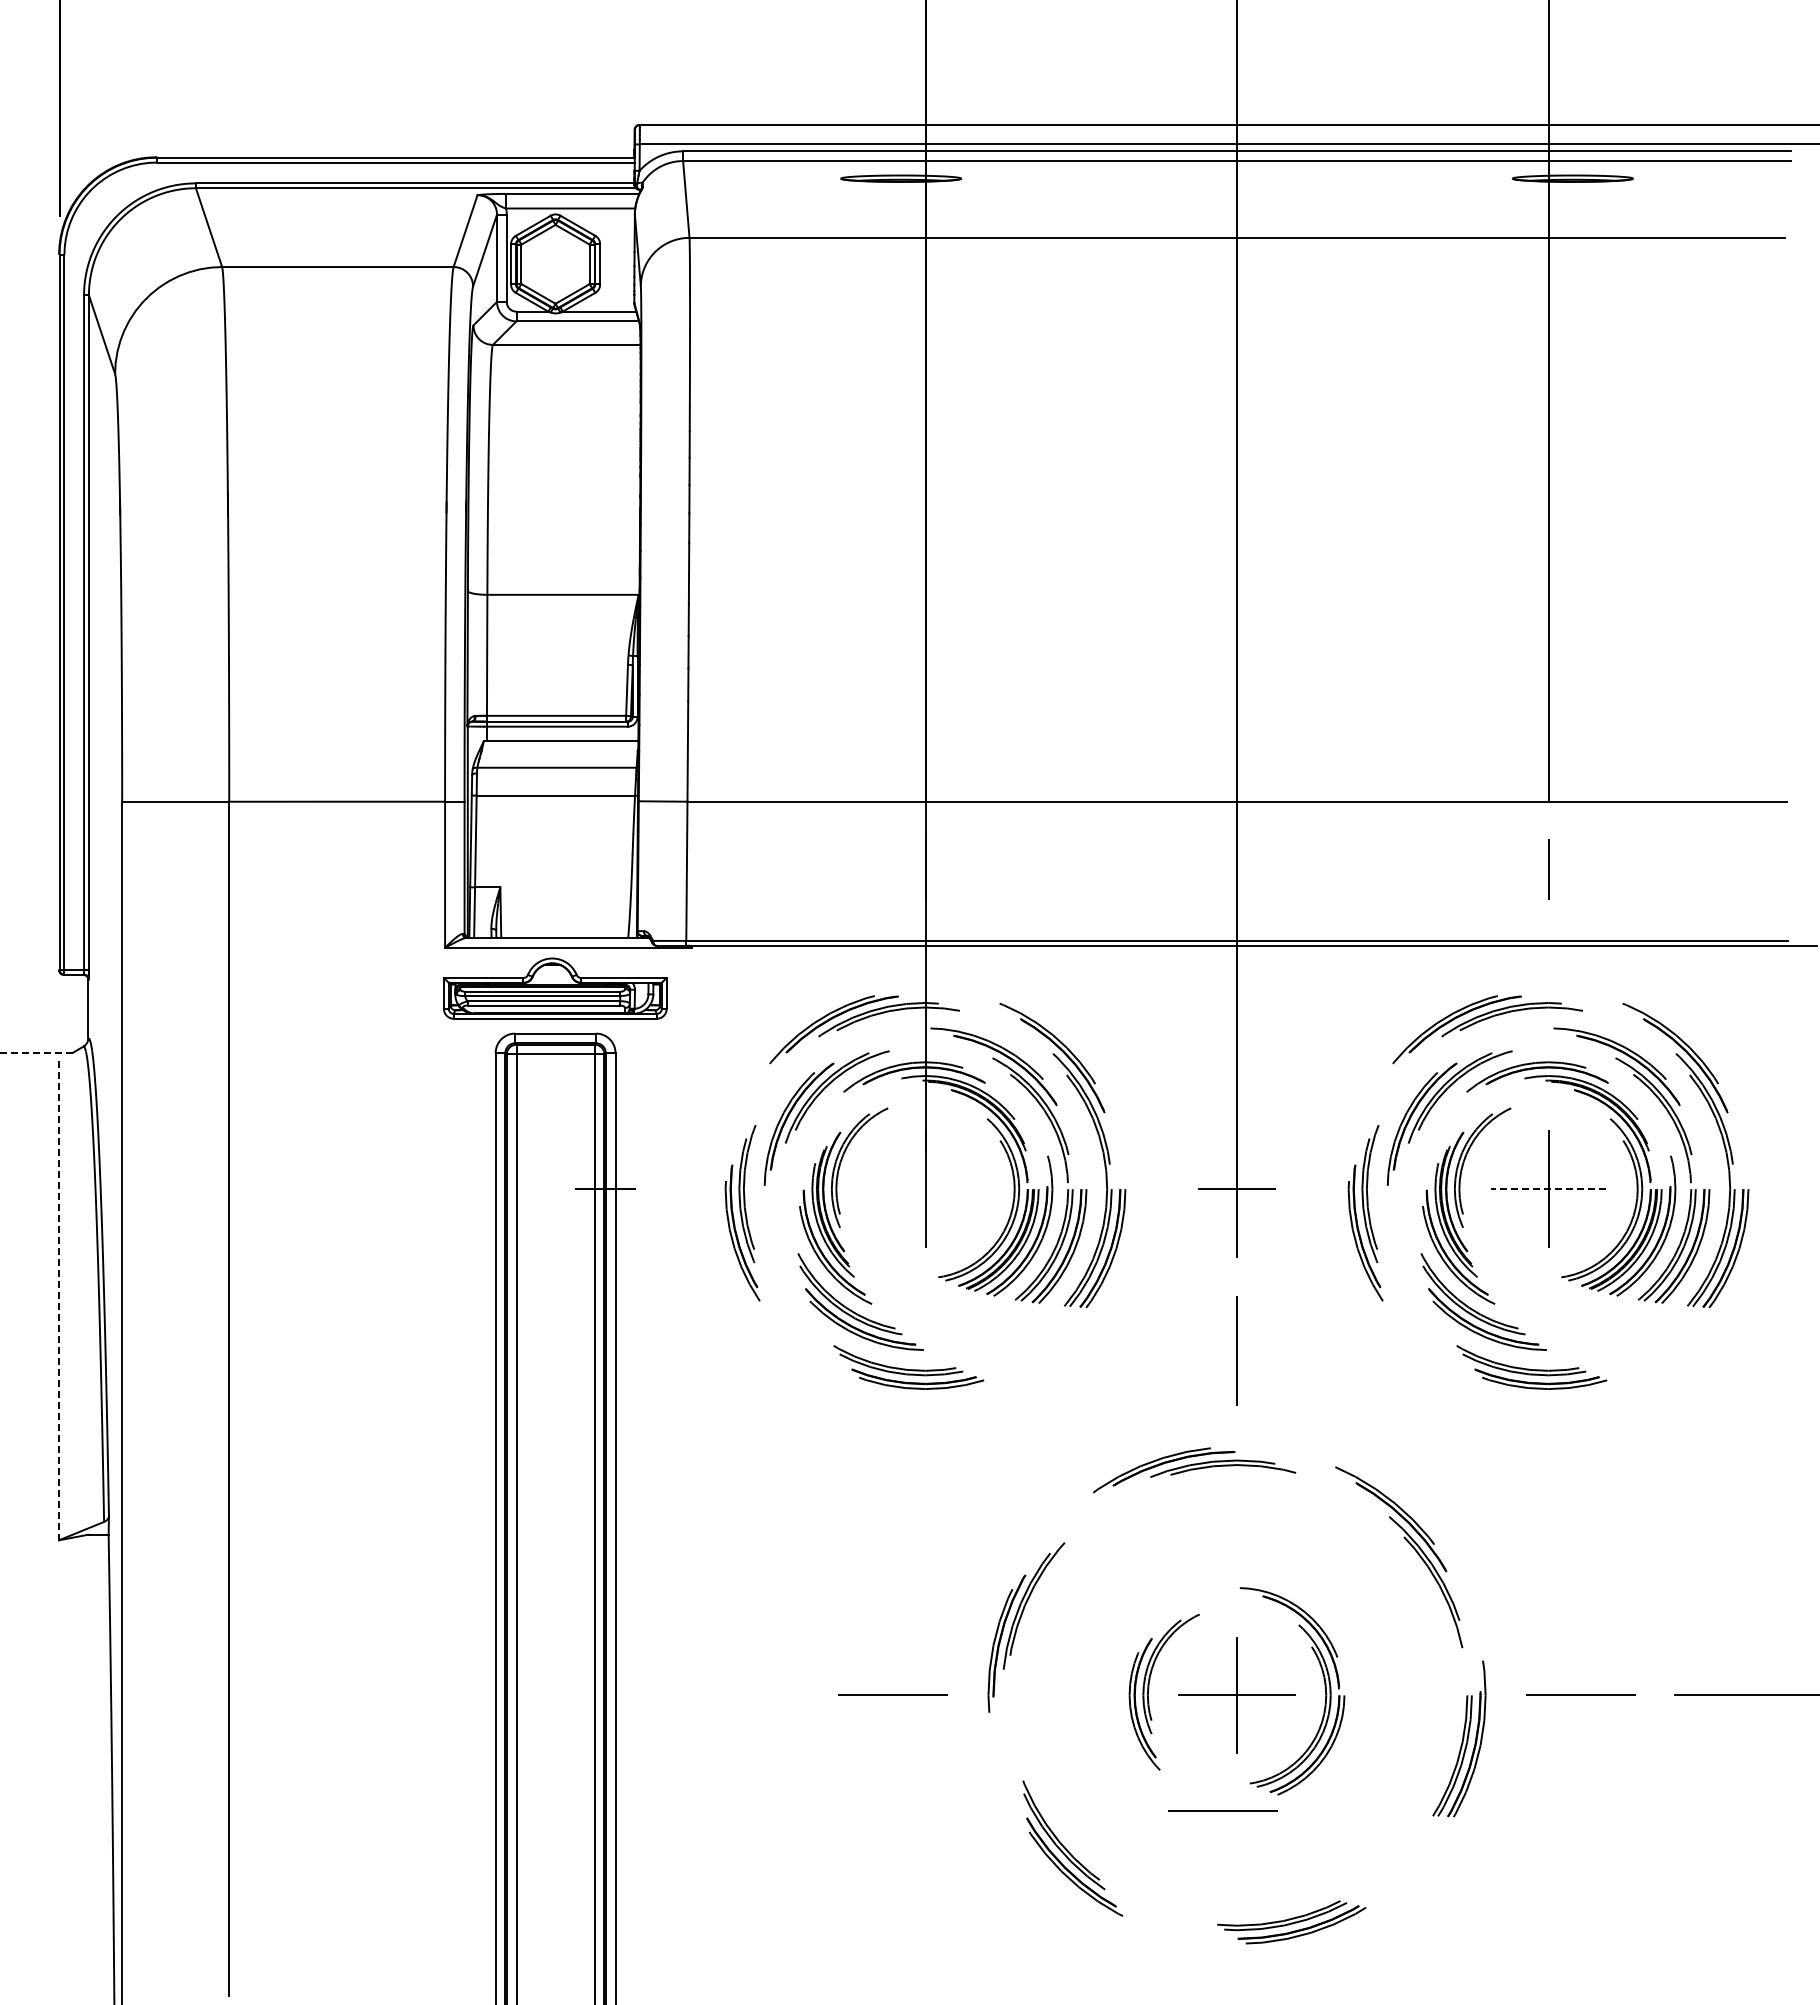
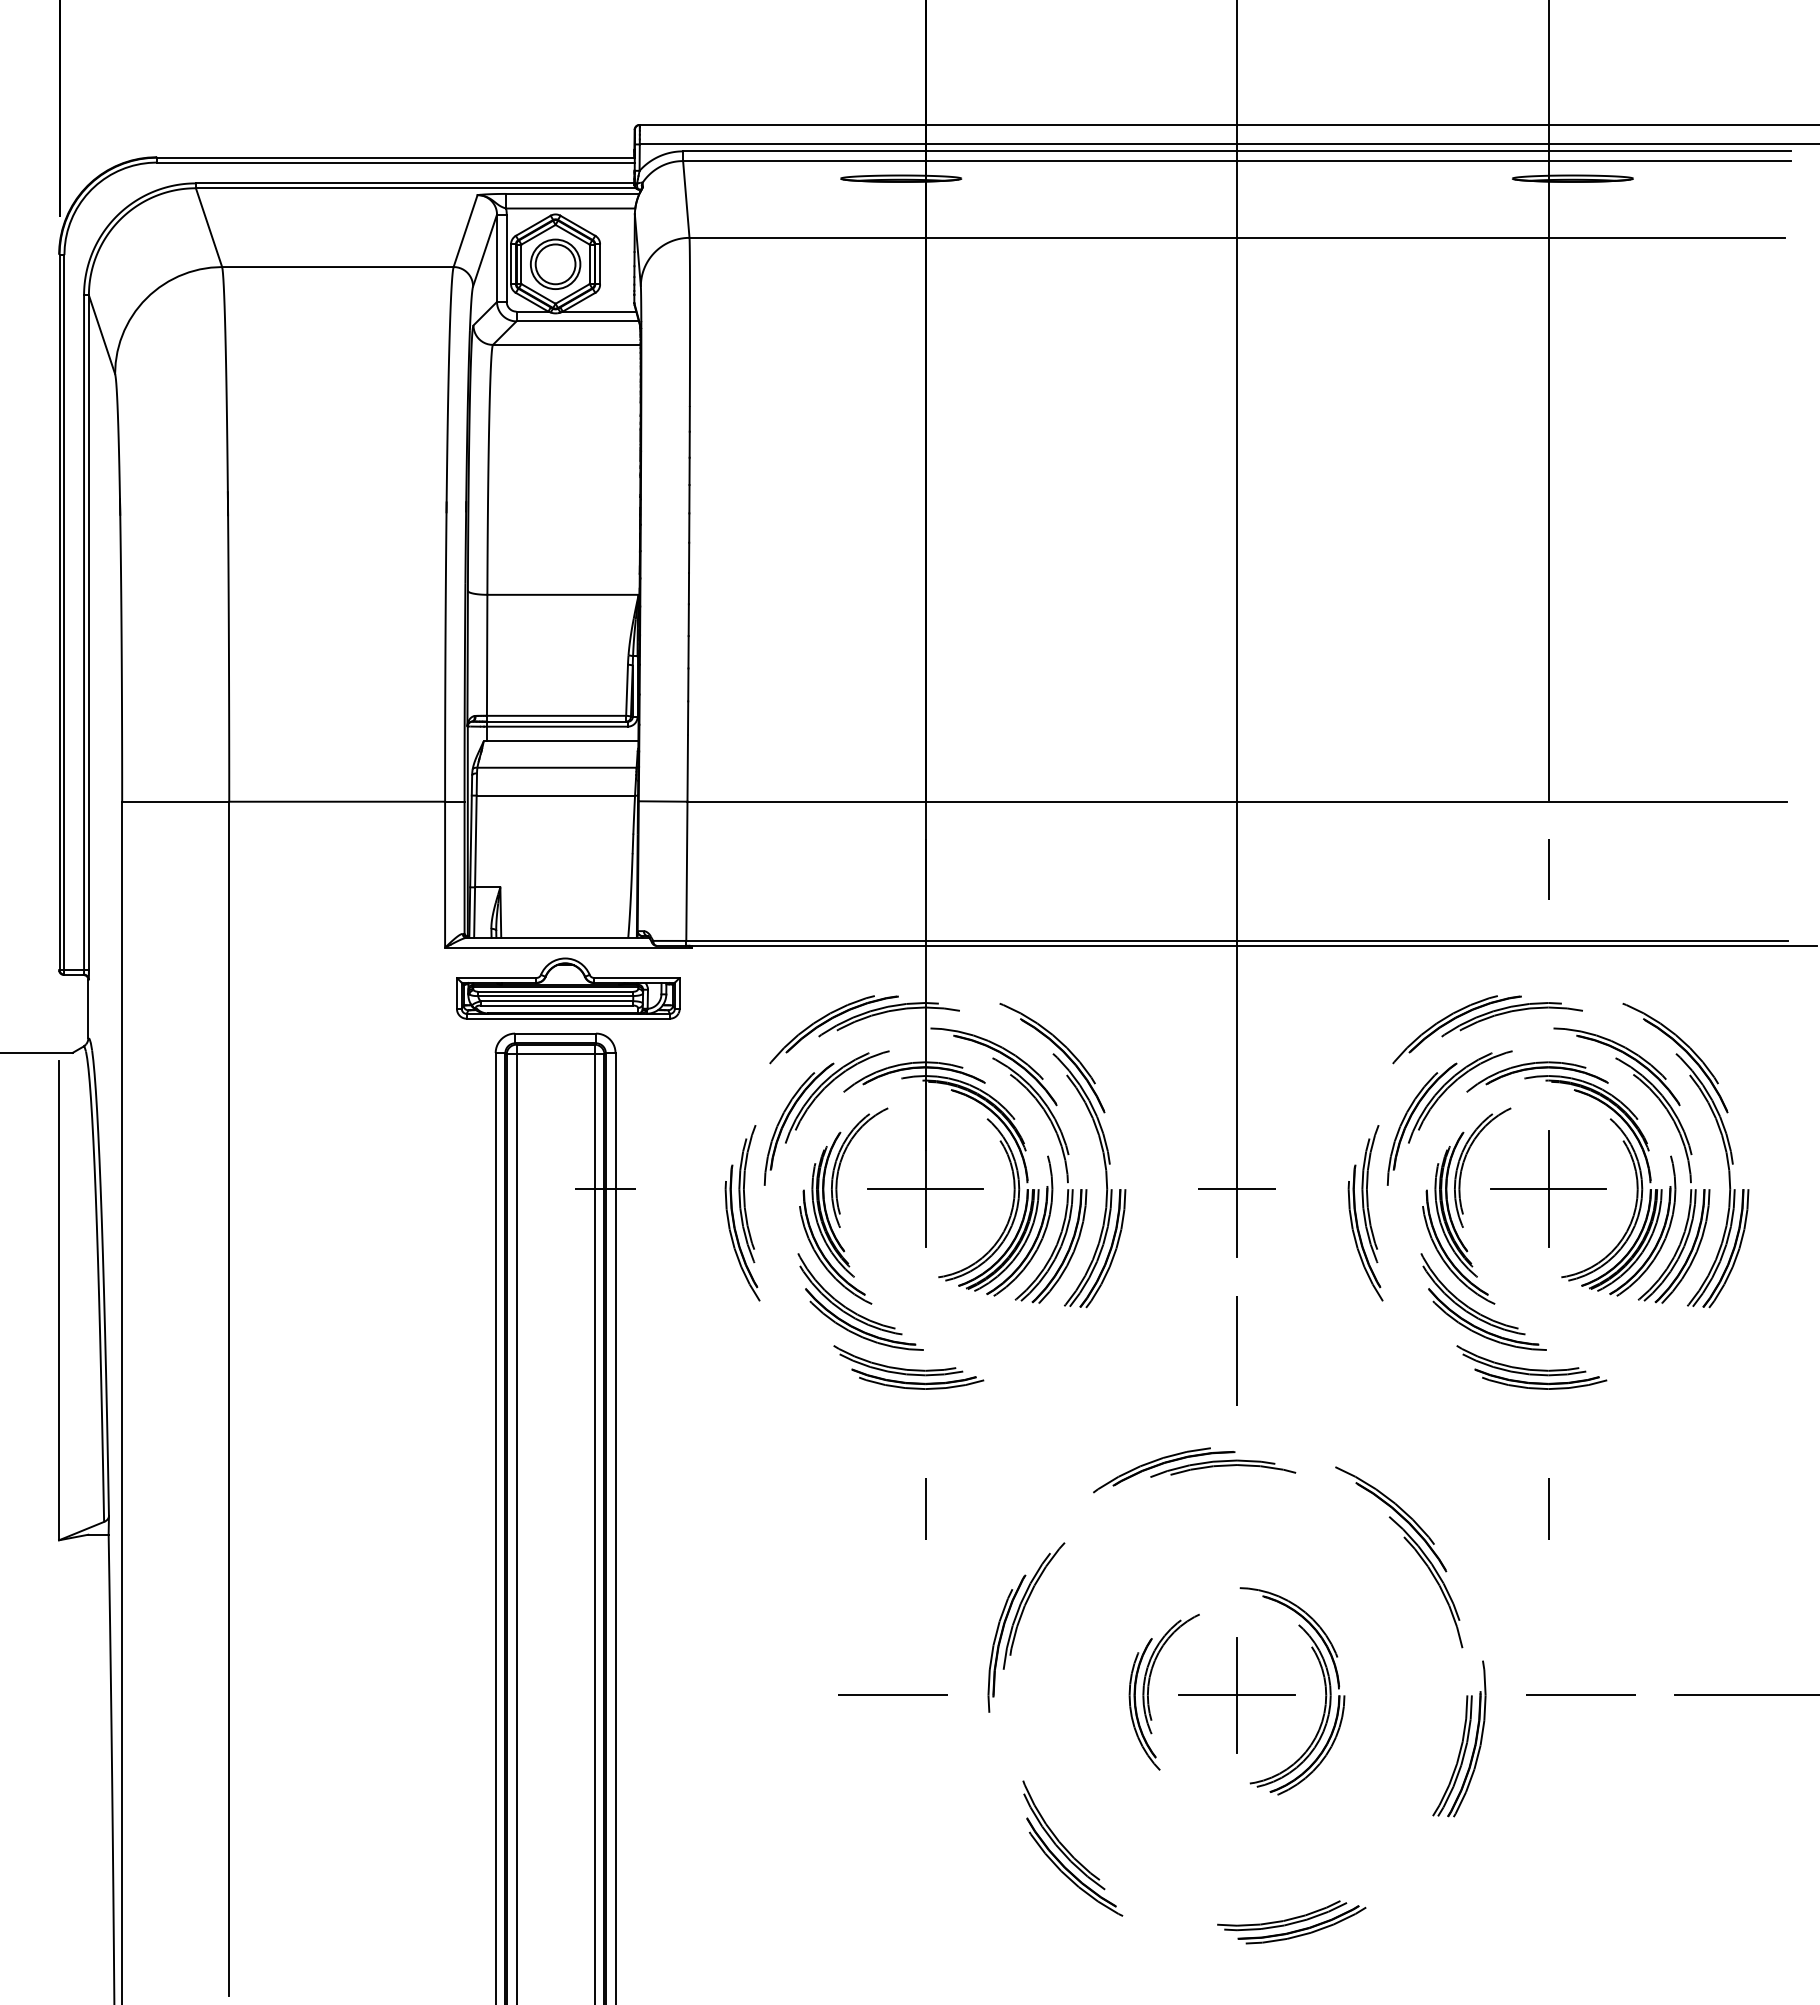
part at (555, 263): none -> present
part at (555, 988) position: (555, 988) -> (568, 988)
line at (36, 1052): dashed -> solid
line at (925, 1189): none -> present
line at (1548, 1189): dashed -> solid
line at (59, 1300): dashed -> solid
line at (925, 1508): none -> present
line at (1548, 1508): none -> present
line at (1222, 1810): present -> none
